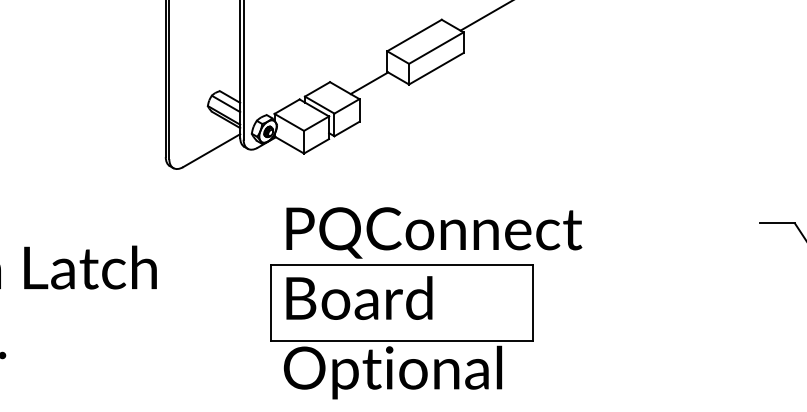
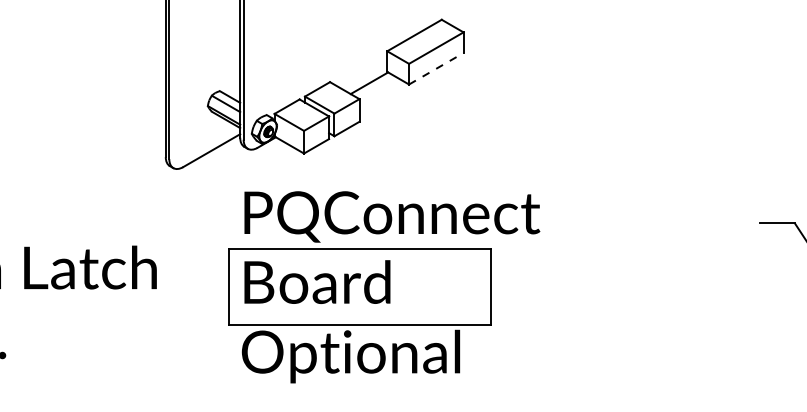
line at (485, 16): present -> none
line at (436, 68): solid -> dashed
part at (426, 303) position: (426, 303) -> (384, 287)
